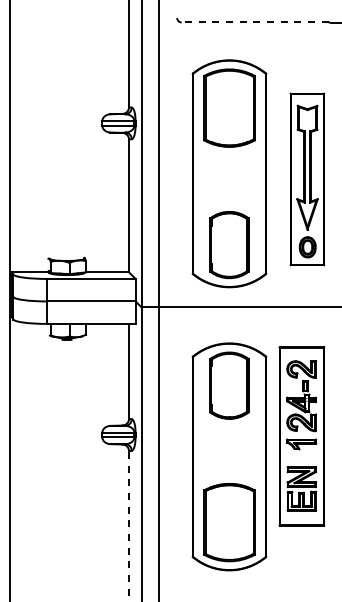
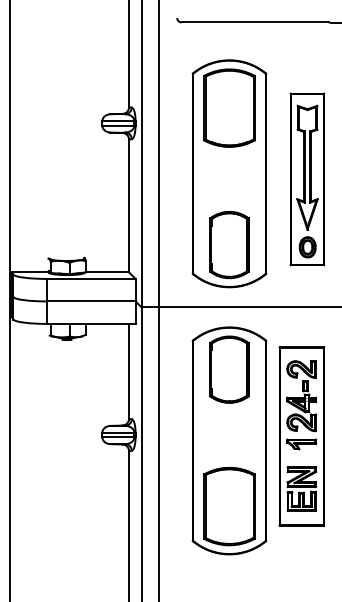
line at (254, 22): dashed -> solid
part at (229, 456) position: (229, 456) -> (229, 440)
line at (129, 526): dashed -> solid
